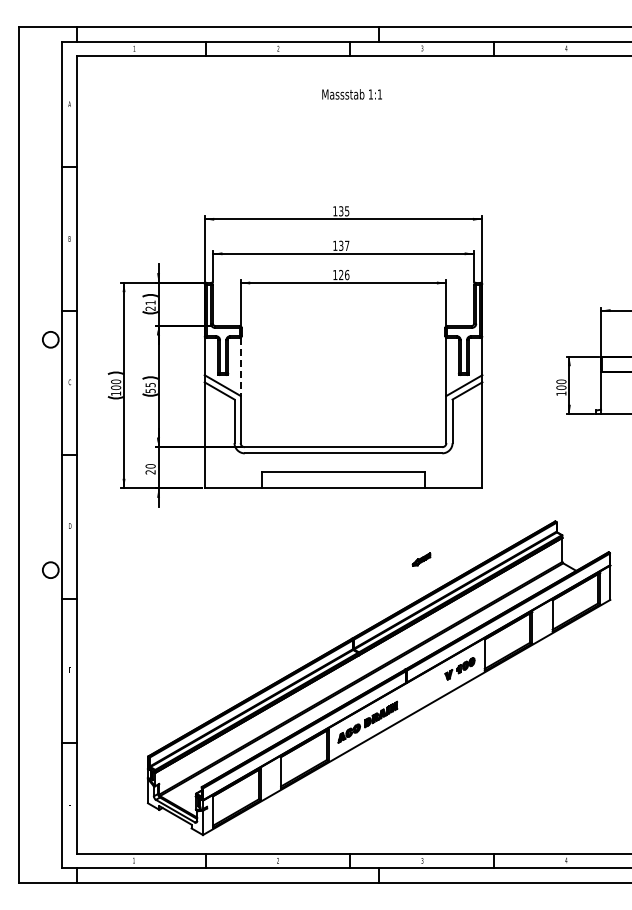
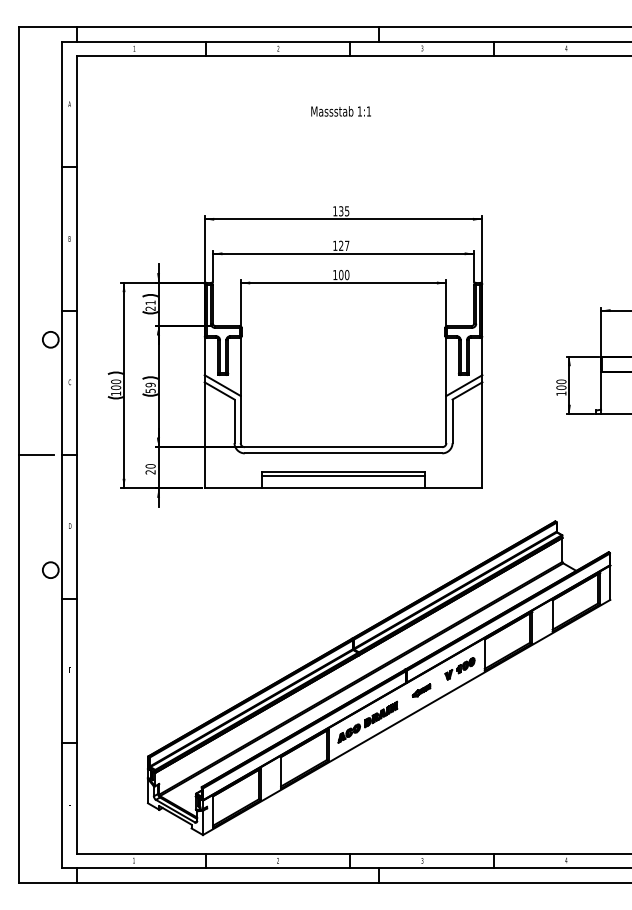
text at (351, 94) position: (351, 94) -> (340, 111)
text at (341, 245): 137 -> 127
text at (344, 275): 126 -> 100
line at (240, 367): dashed -> solid
text at (150, 384): 55 -> 59
line at (36, 454): none -> present
line at (343, 475): none -> present
part at (421, 559) position: (421, 559) -> (421, 690)
